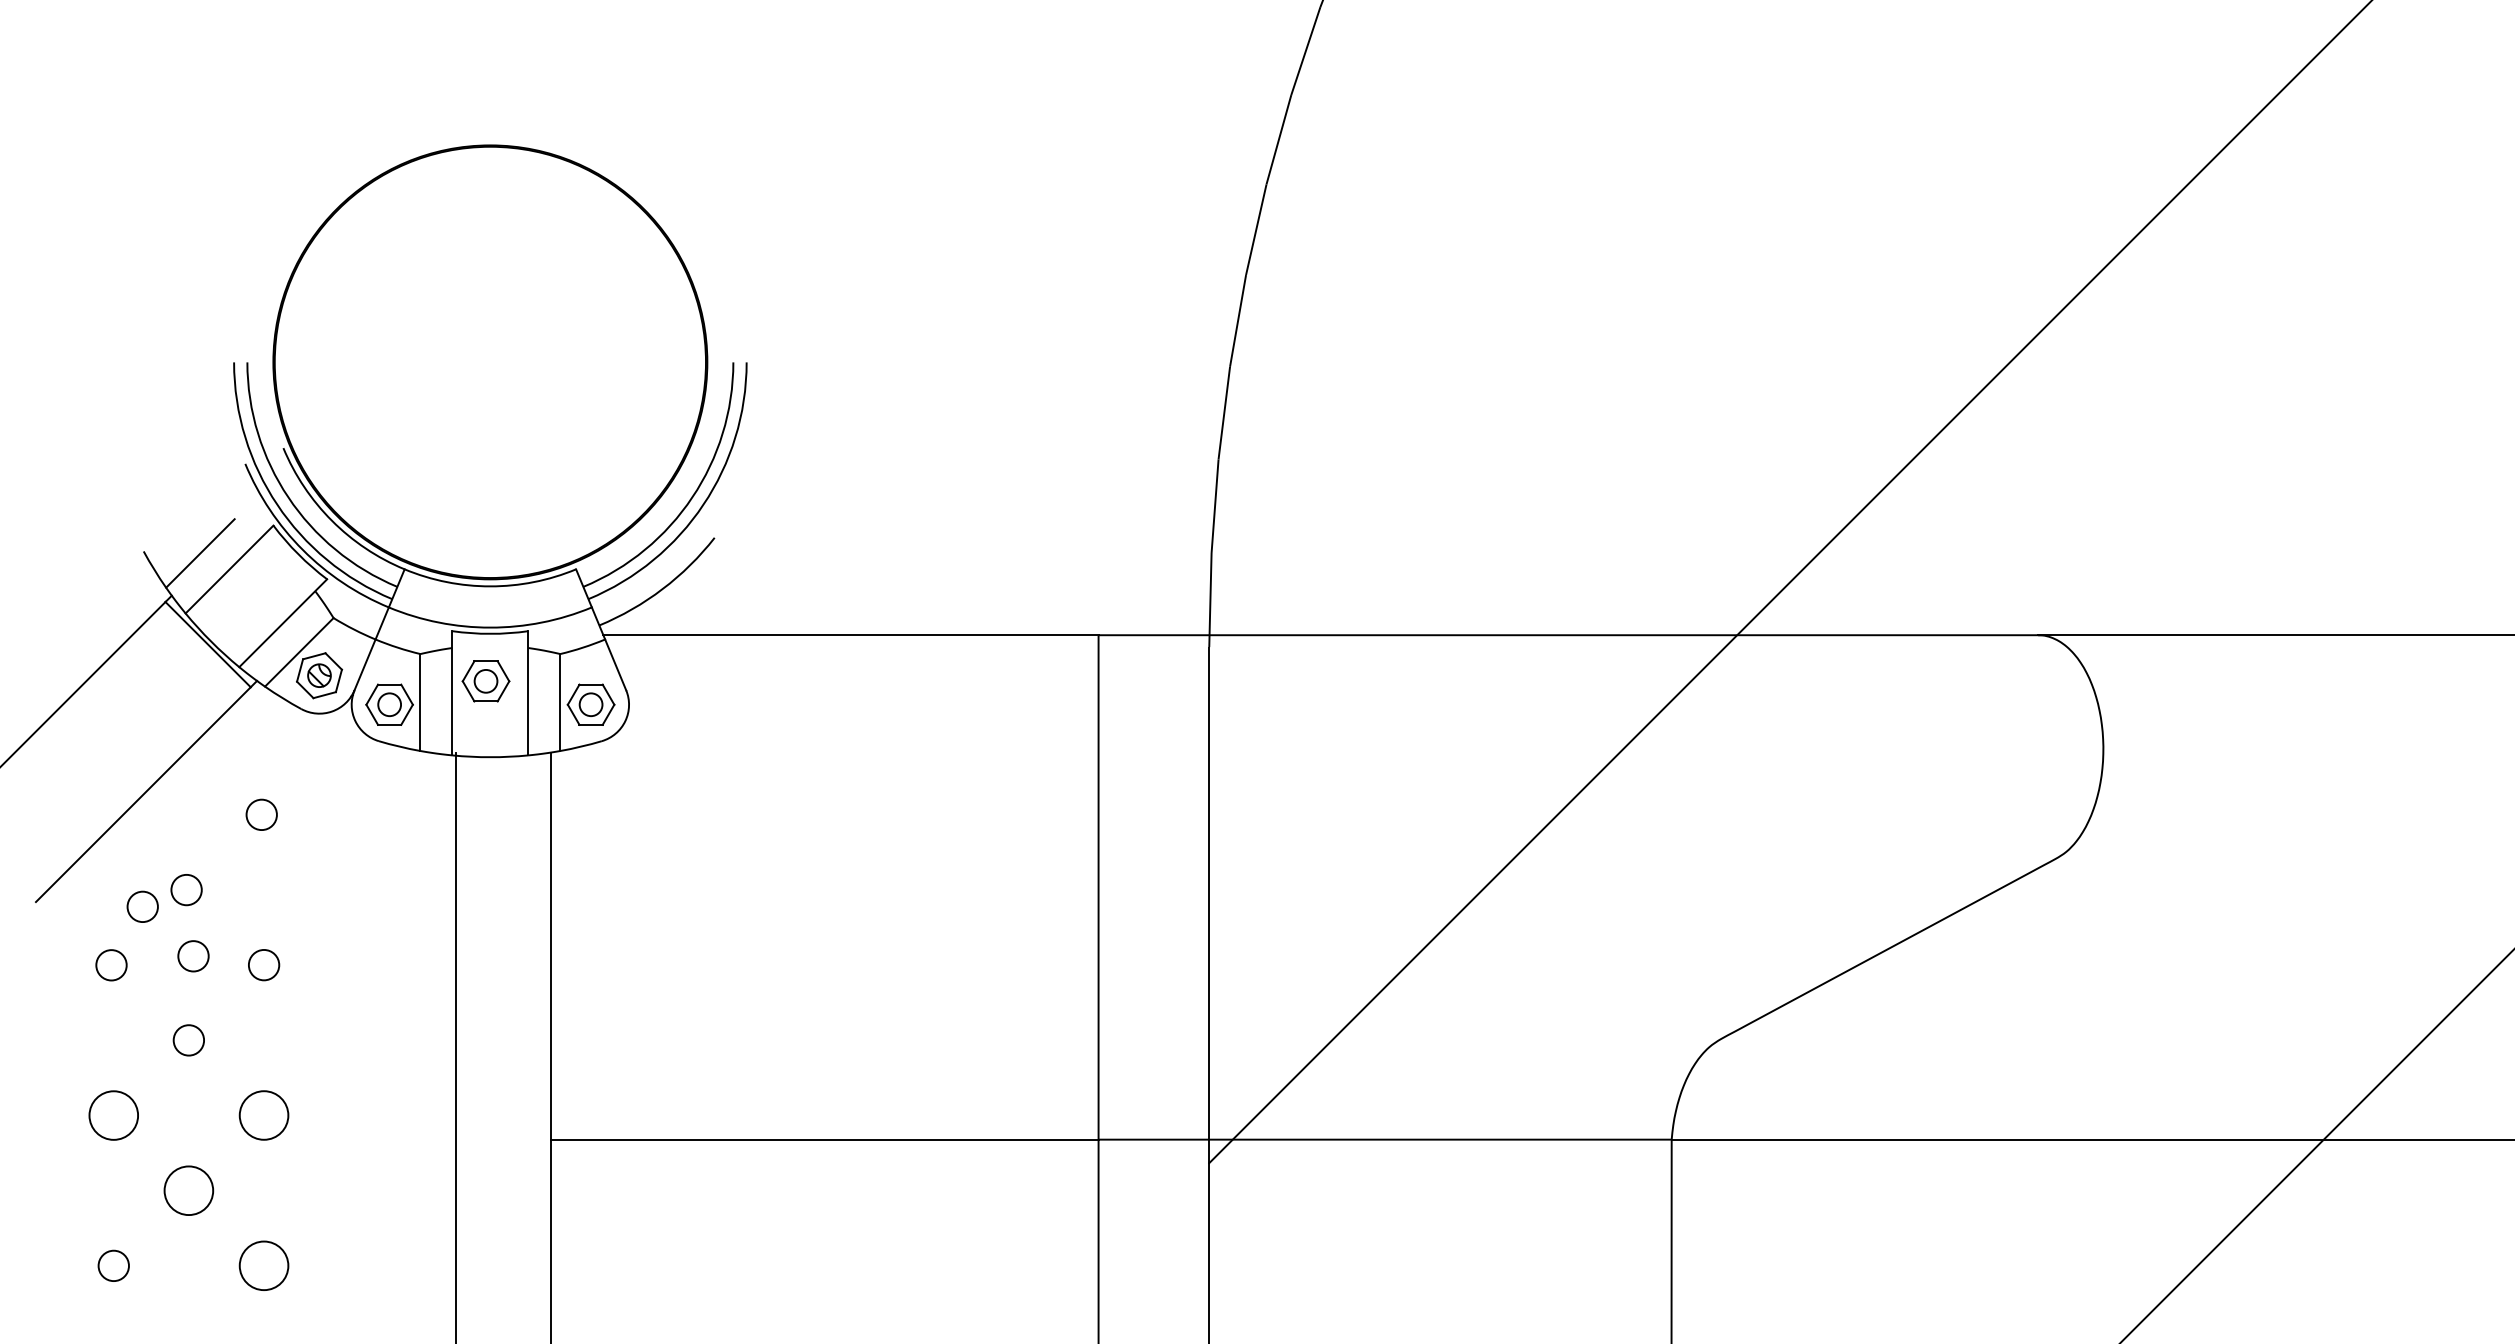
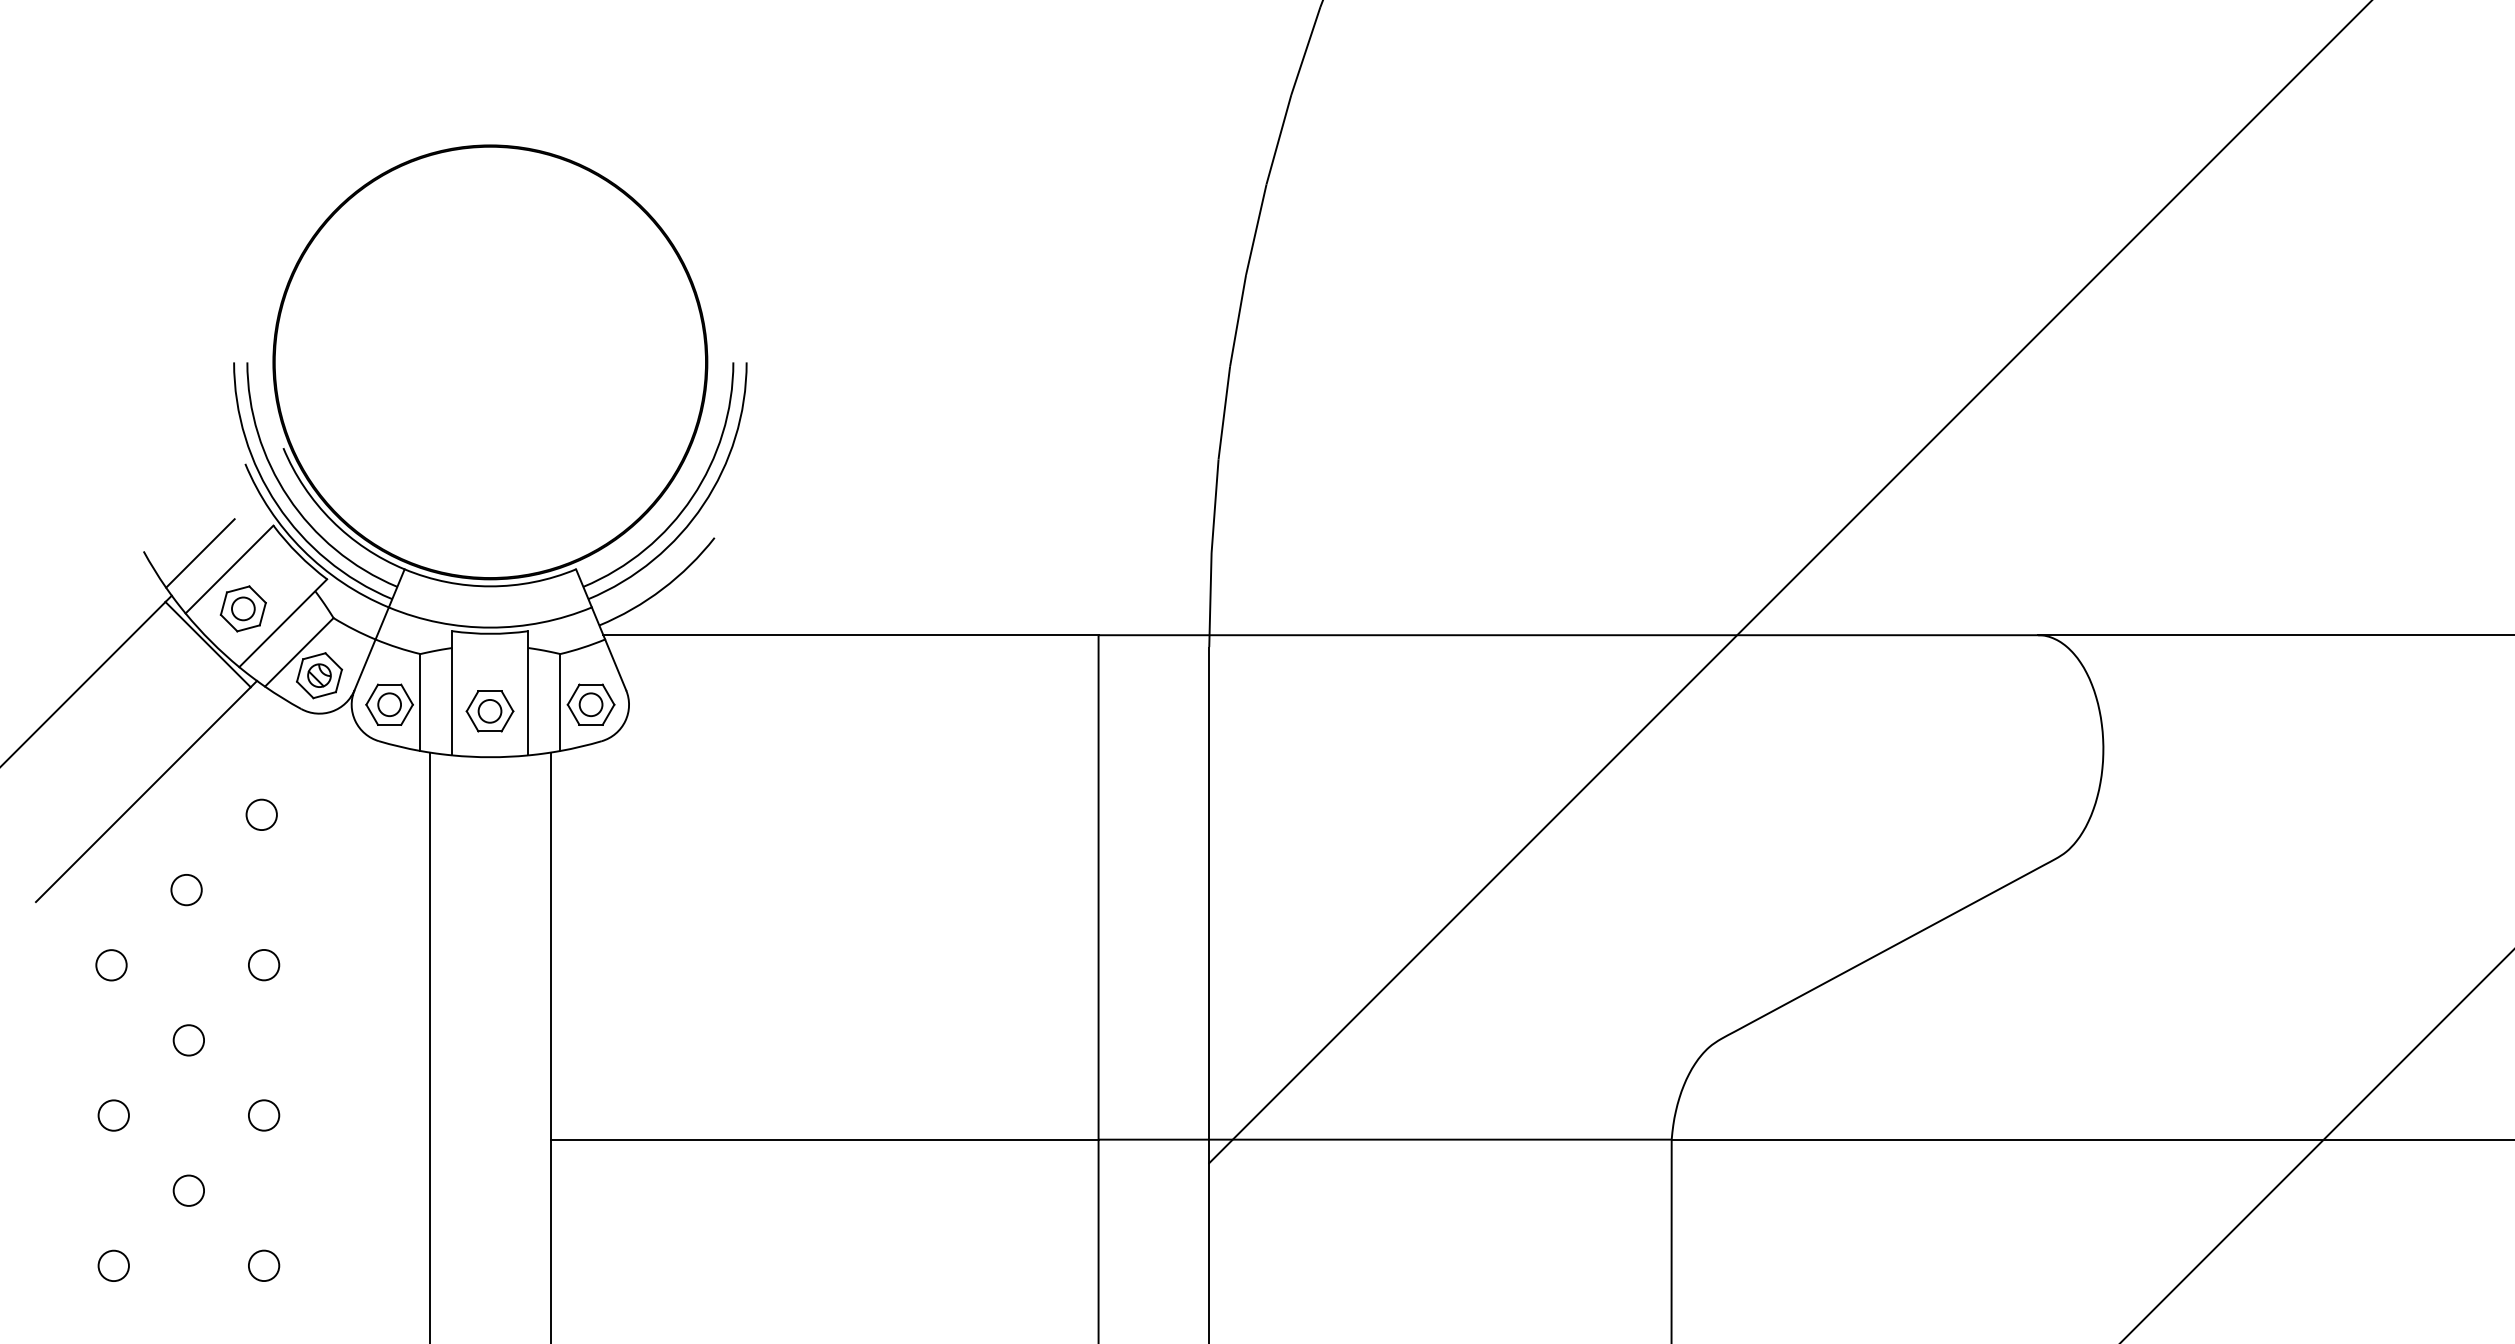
part at (242, 608): none -> present
part at (485, 681) position: (485, 681) -> (489, 711)
circle at (142, 906): present -> none
circle at (193, 956): present -> none
line at (456, 1046) position: (456, 1046) -> (430, 1046)
circle at (113, 1115) diameter: 49 px -> 30 px
circle at (263, 1115) diameter: 49 px -> 30 px
circle at (188, 1190) diameter: 49 px -> 30 px
circle at (263, 1265) diameter: 49 px -> 30 px
